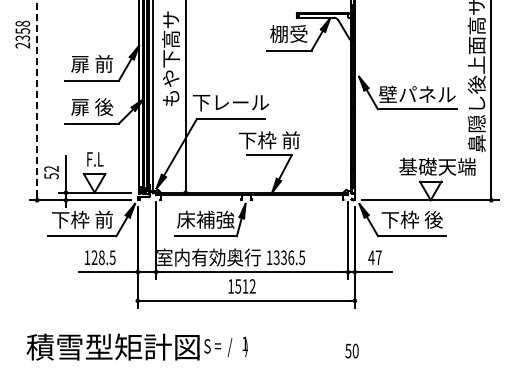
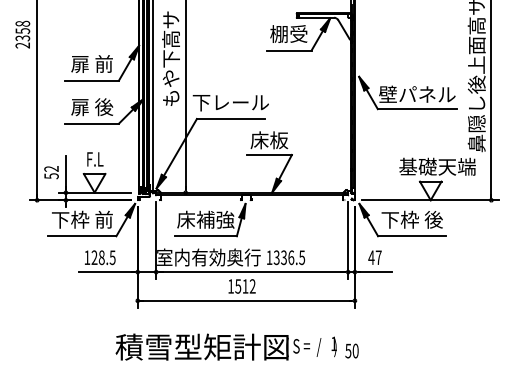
line at (37, 97): dashed -> solid
text at (269, 140): 下枠 前 -> 床板
text at (136, 346) position: (136, 346) -> (225, 346)
